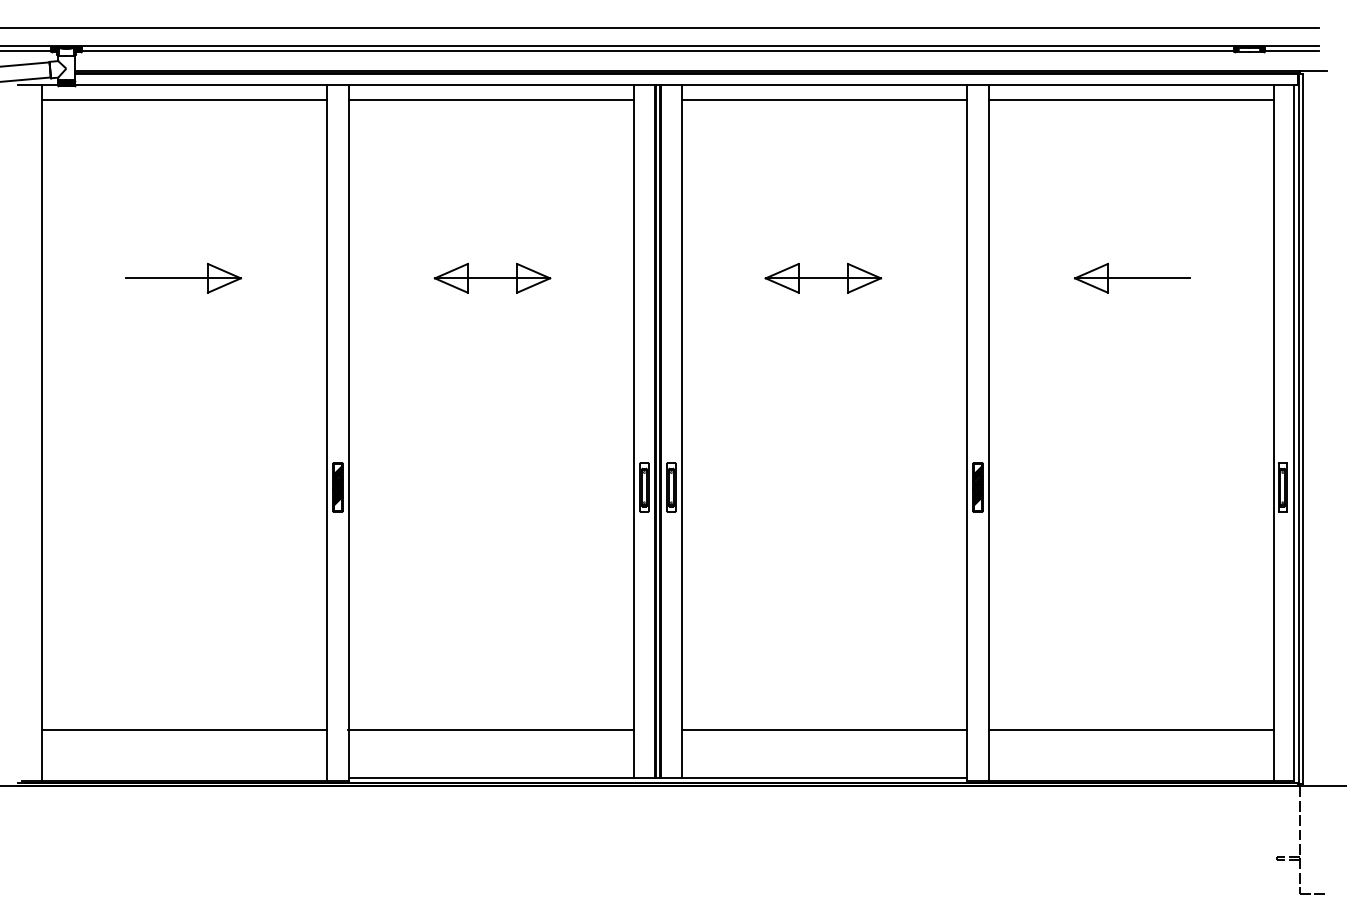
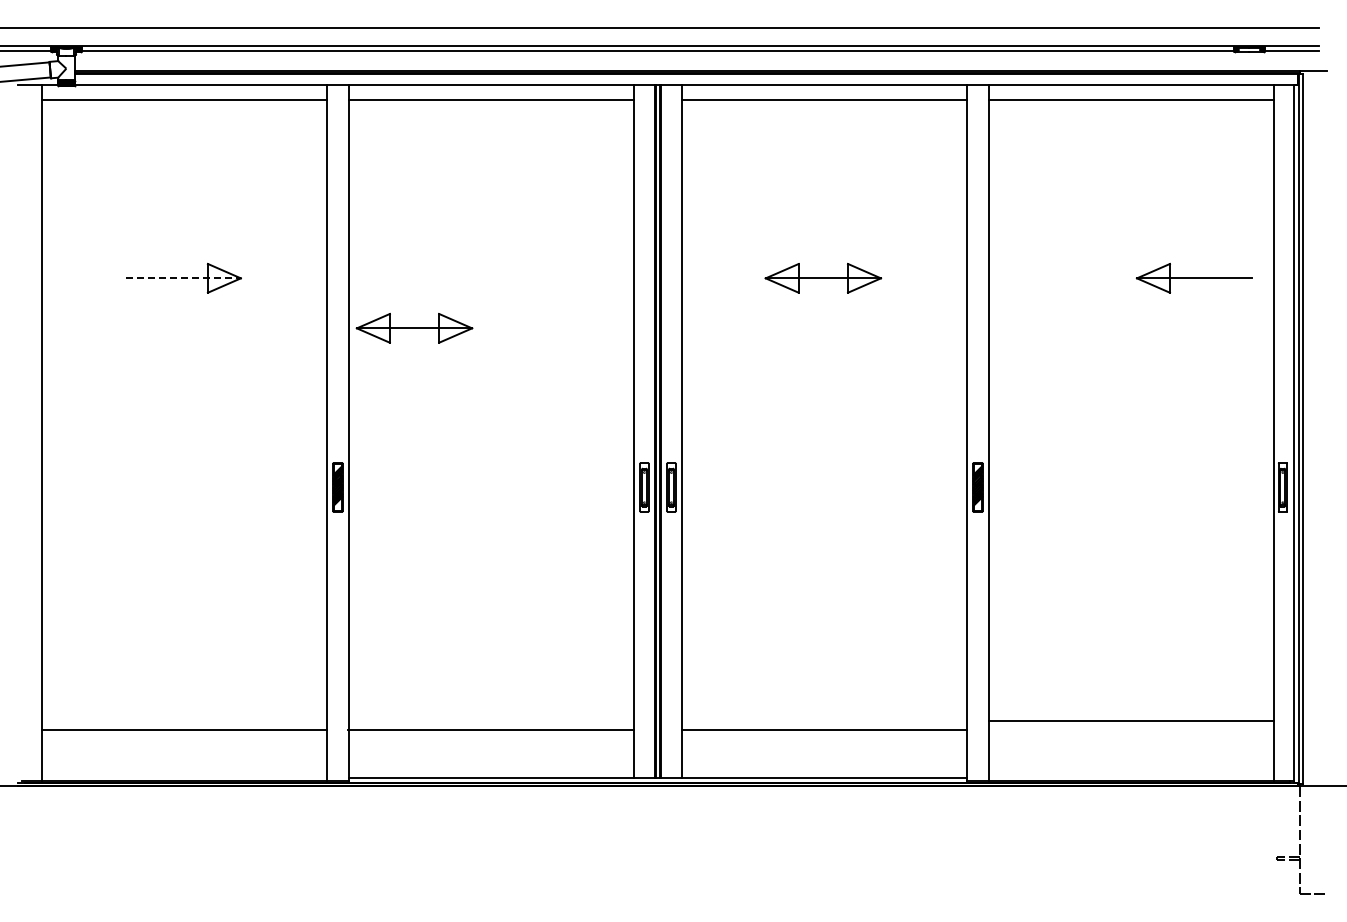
part at (1131, 277) position: (1131, 277) -> (1193, 277)
line at (183, 278): solid -> dashed
part at (492, 278) position: (492, 278) -> (414, 328)
line at (1130, 729) position: (1130, 729) -> (1130, 720)
